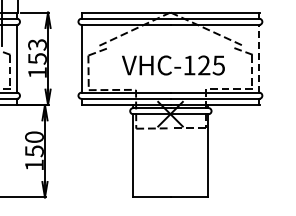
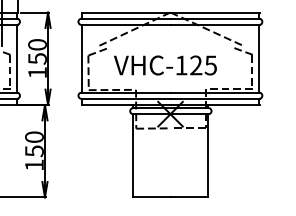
text at (37, 44): 153 -> 150
line at (258, 58): dashed -> solid
text at (173, 65) position: (173, 65) -> (165, 65)
